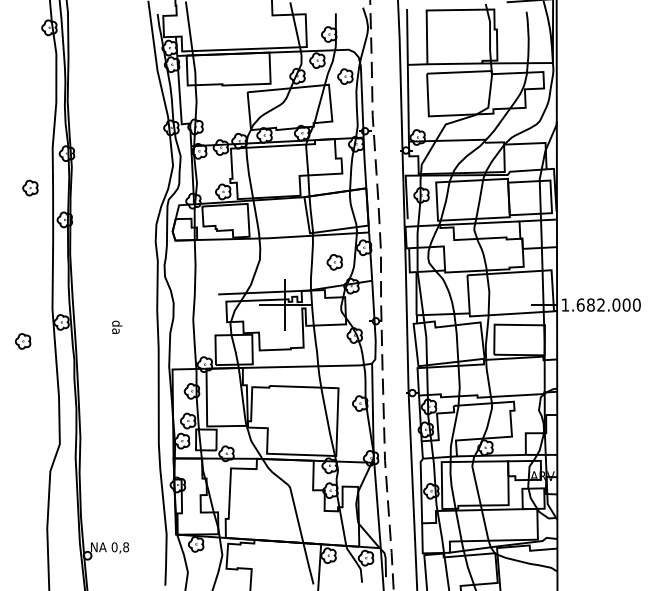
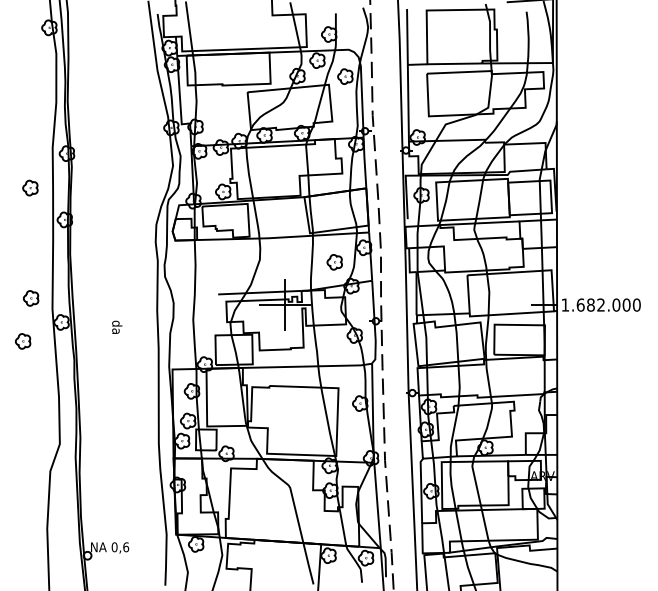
part at (30, 298): none -> present
text at (126, 546): 0,8 -> 0,6
